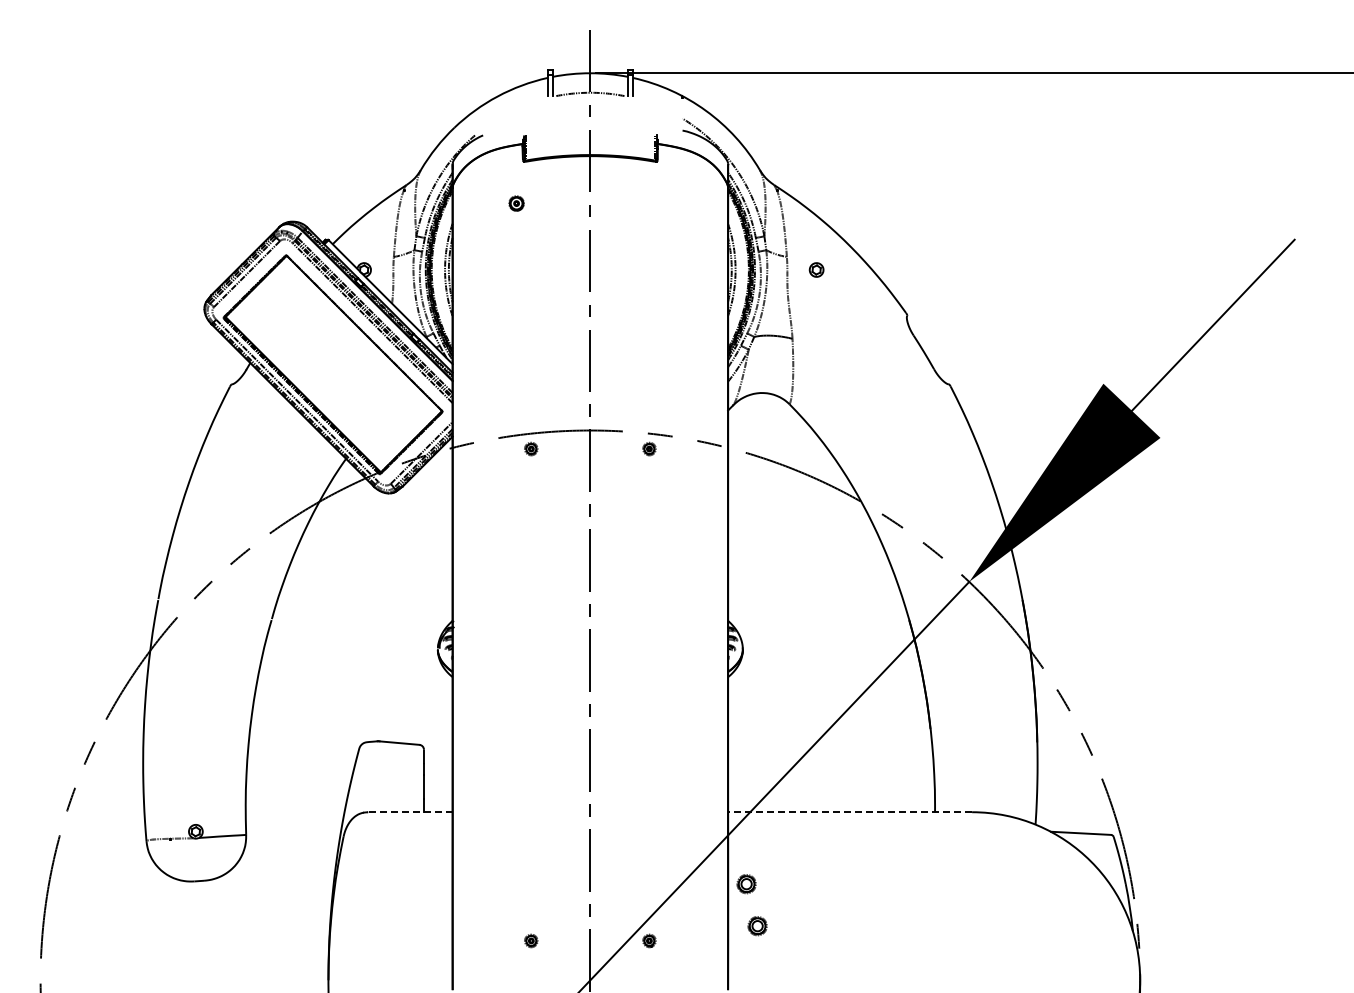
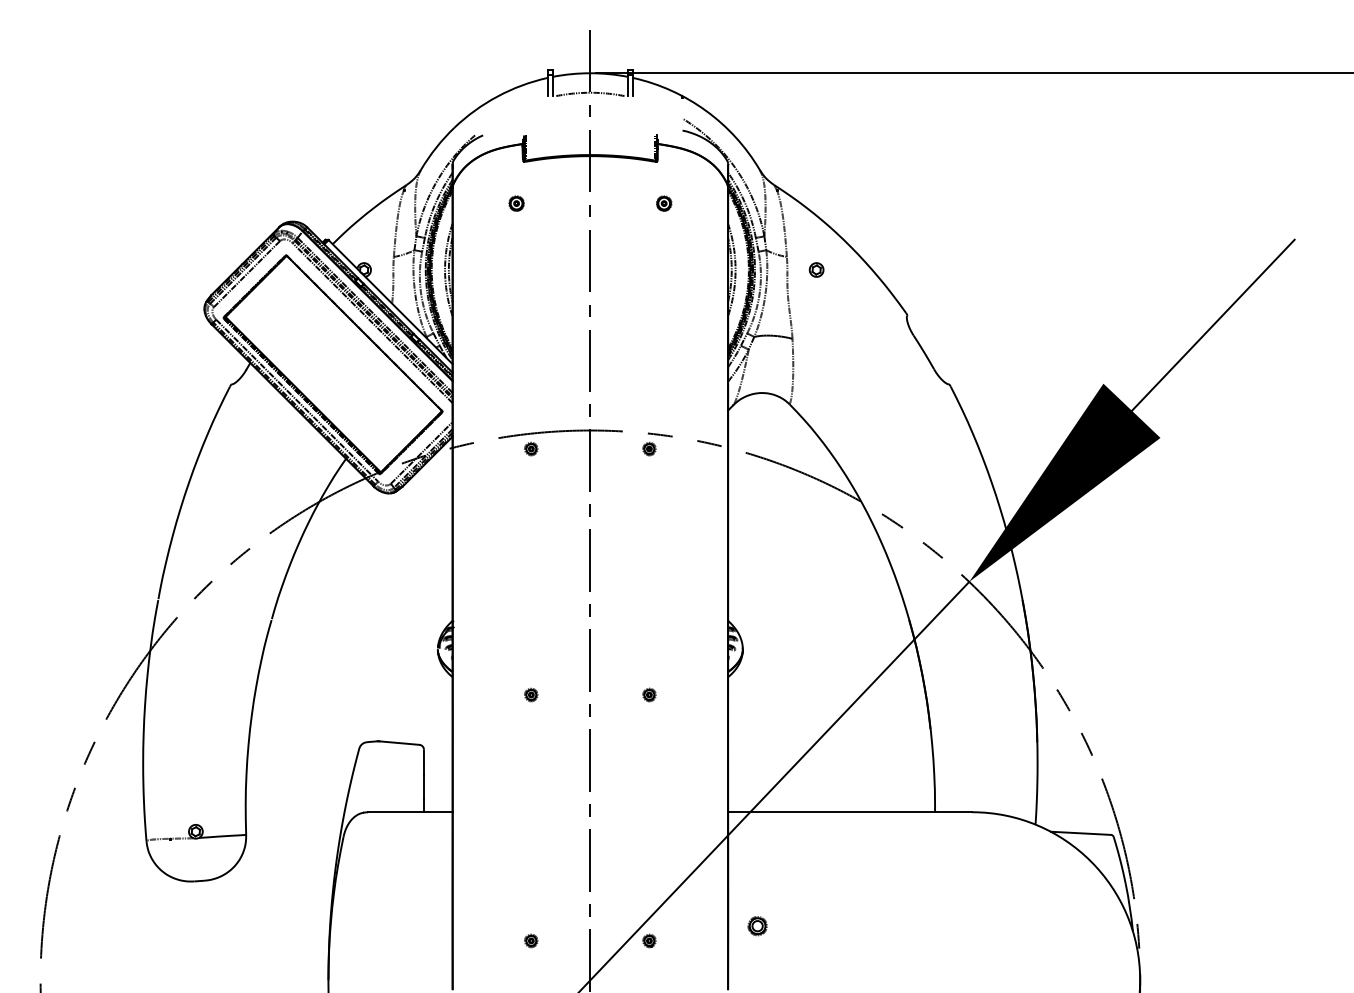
part at (664, 203): none -> present
part at (531, 694): none -> present
part at (649, 694): none -> present
line at (409, 812): dashed -> solid
line at (850, 812): dashed -> solid
part at (746, 884): present -> none
